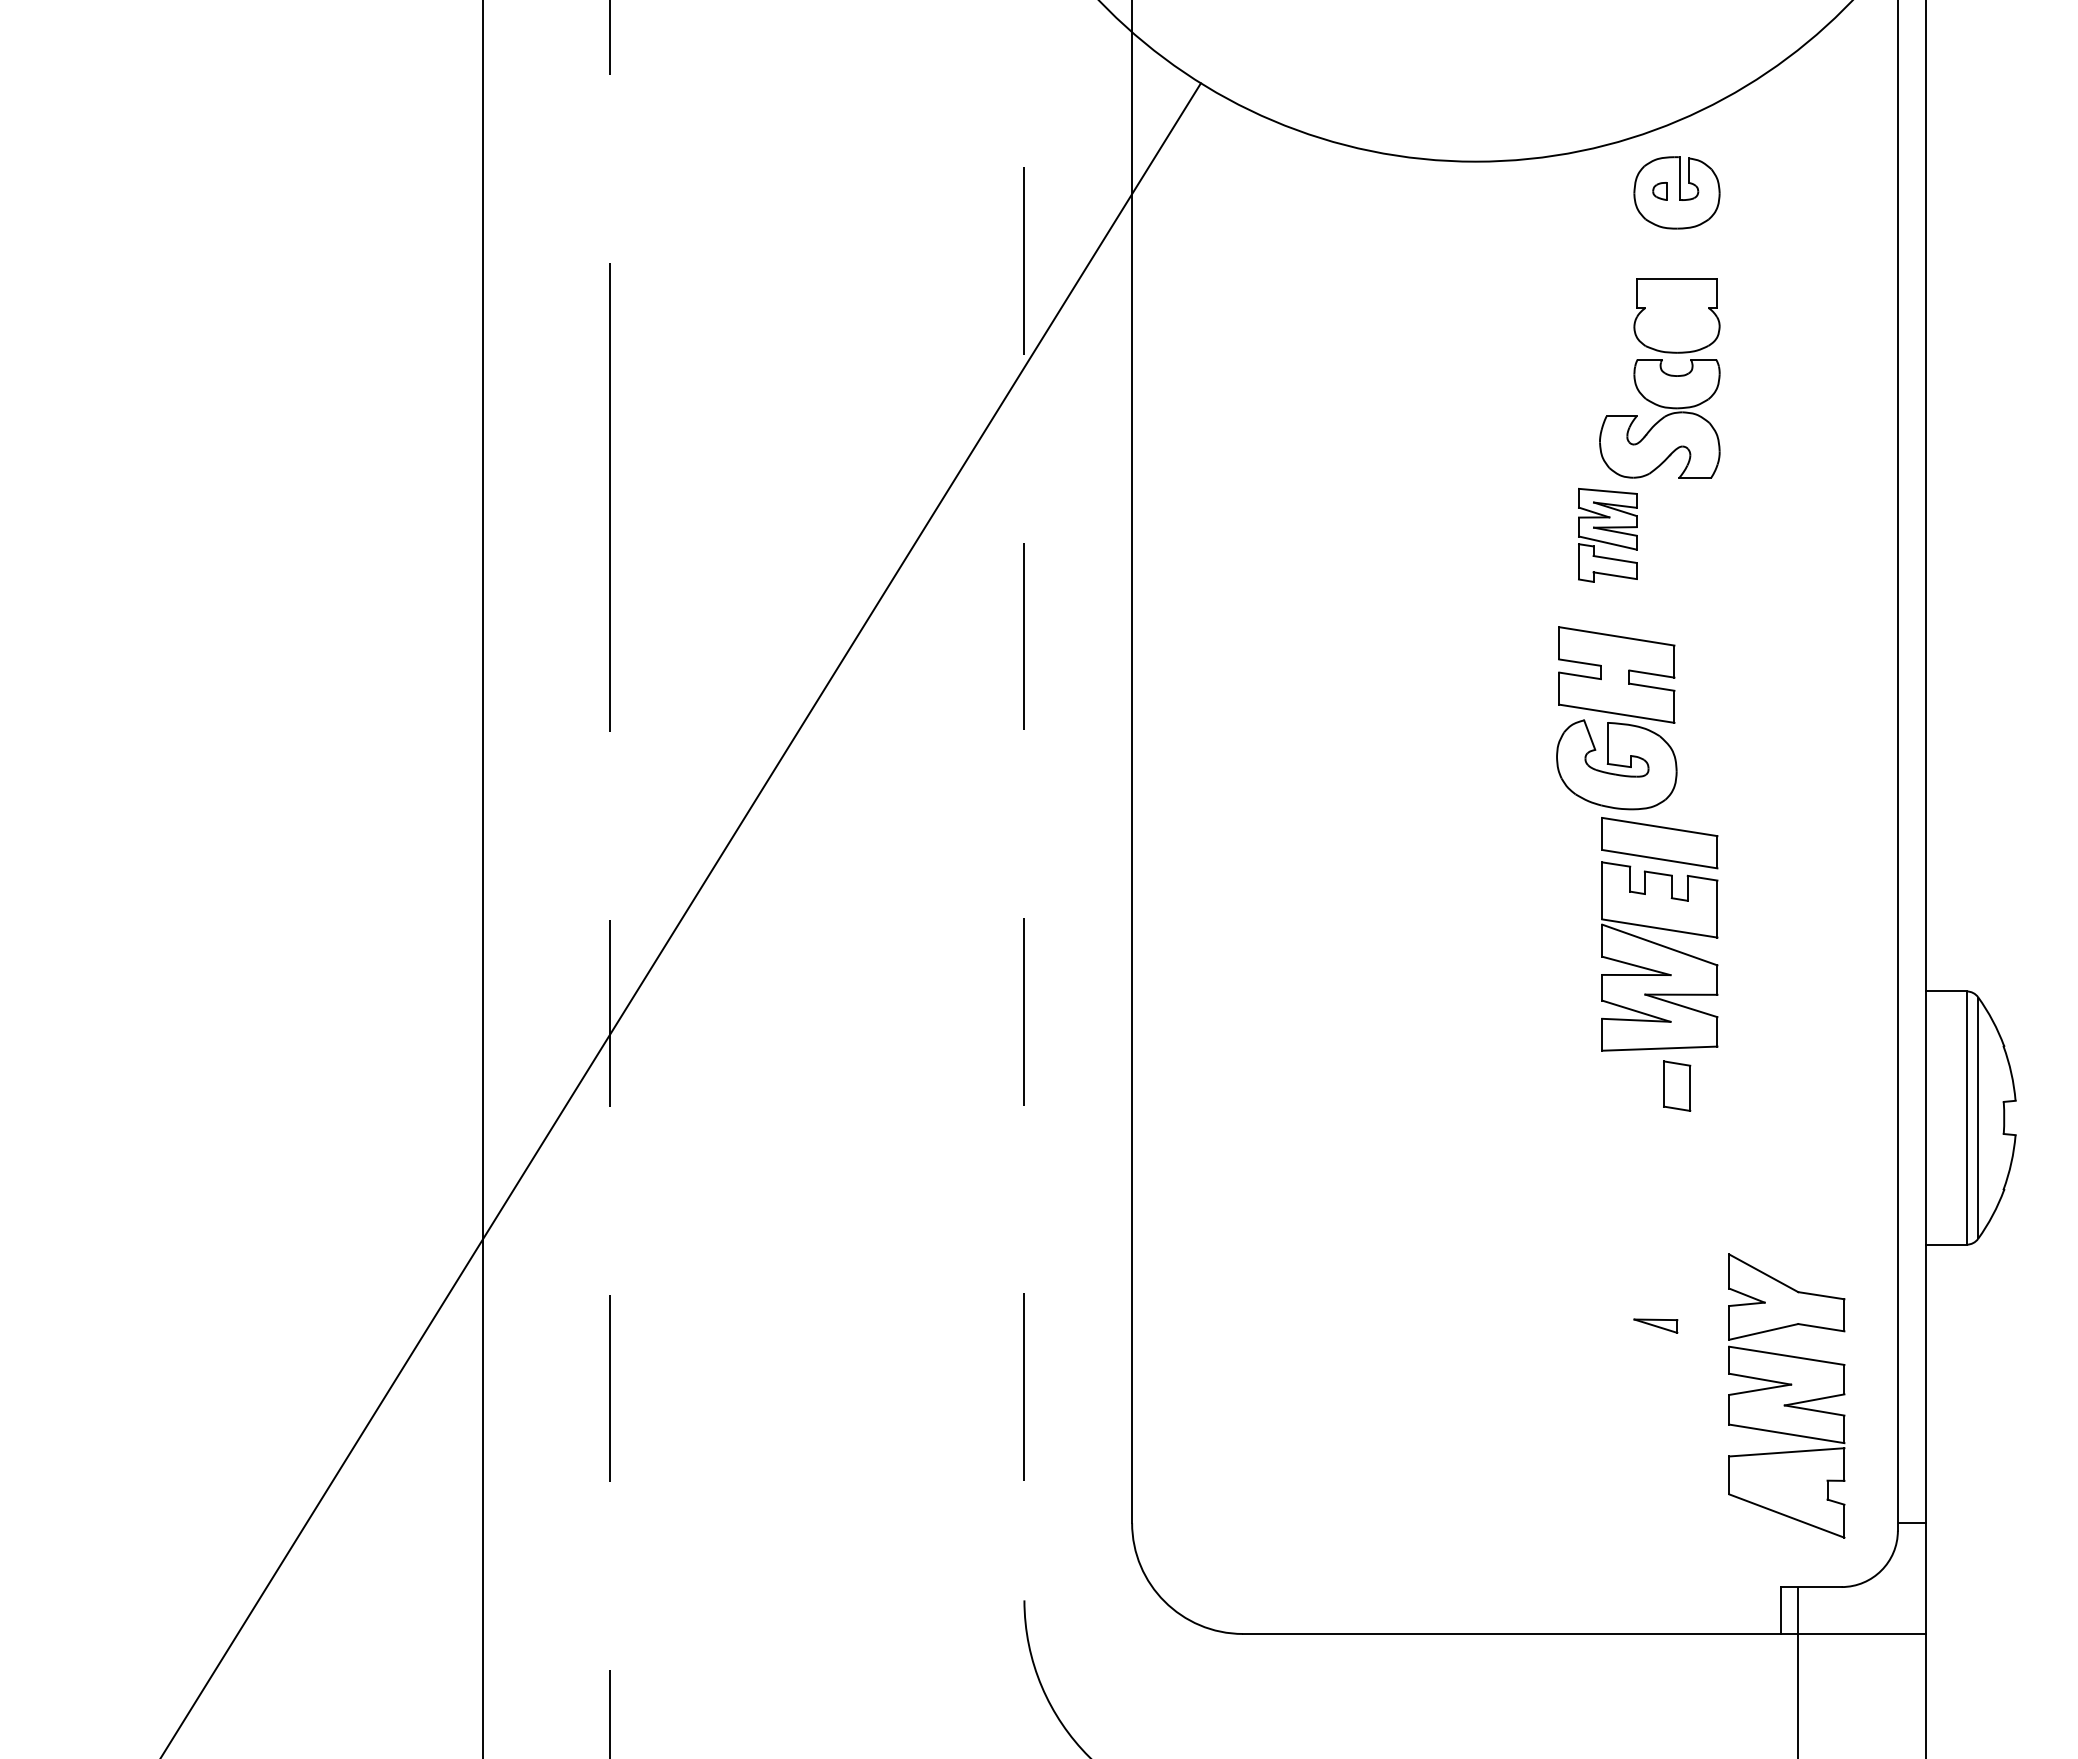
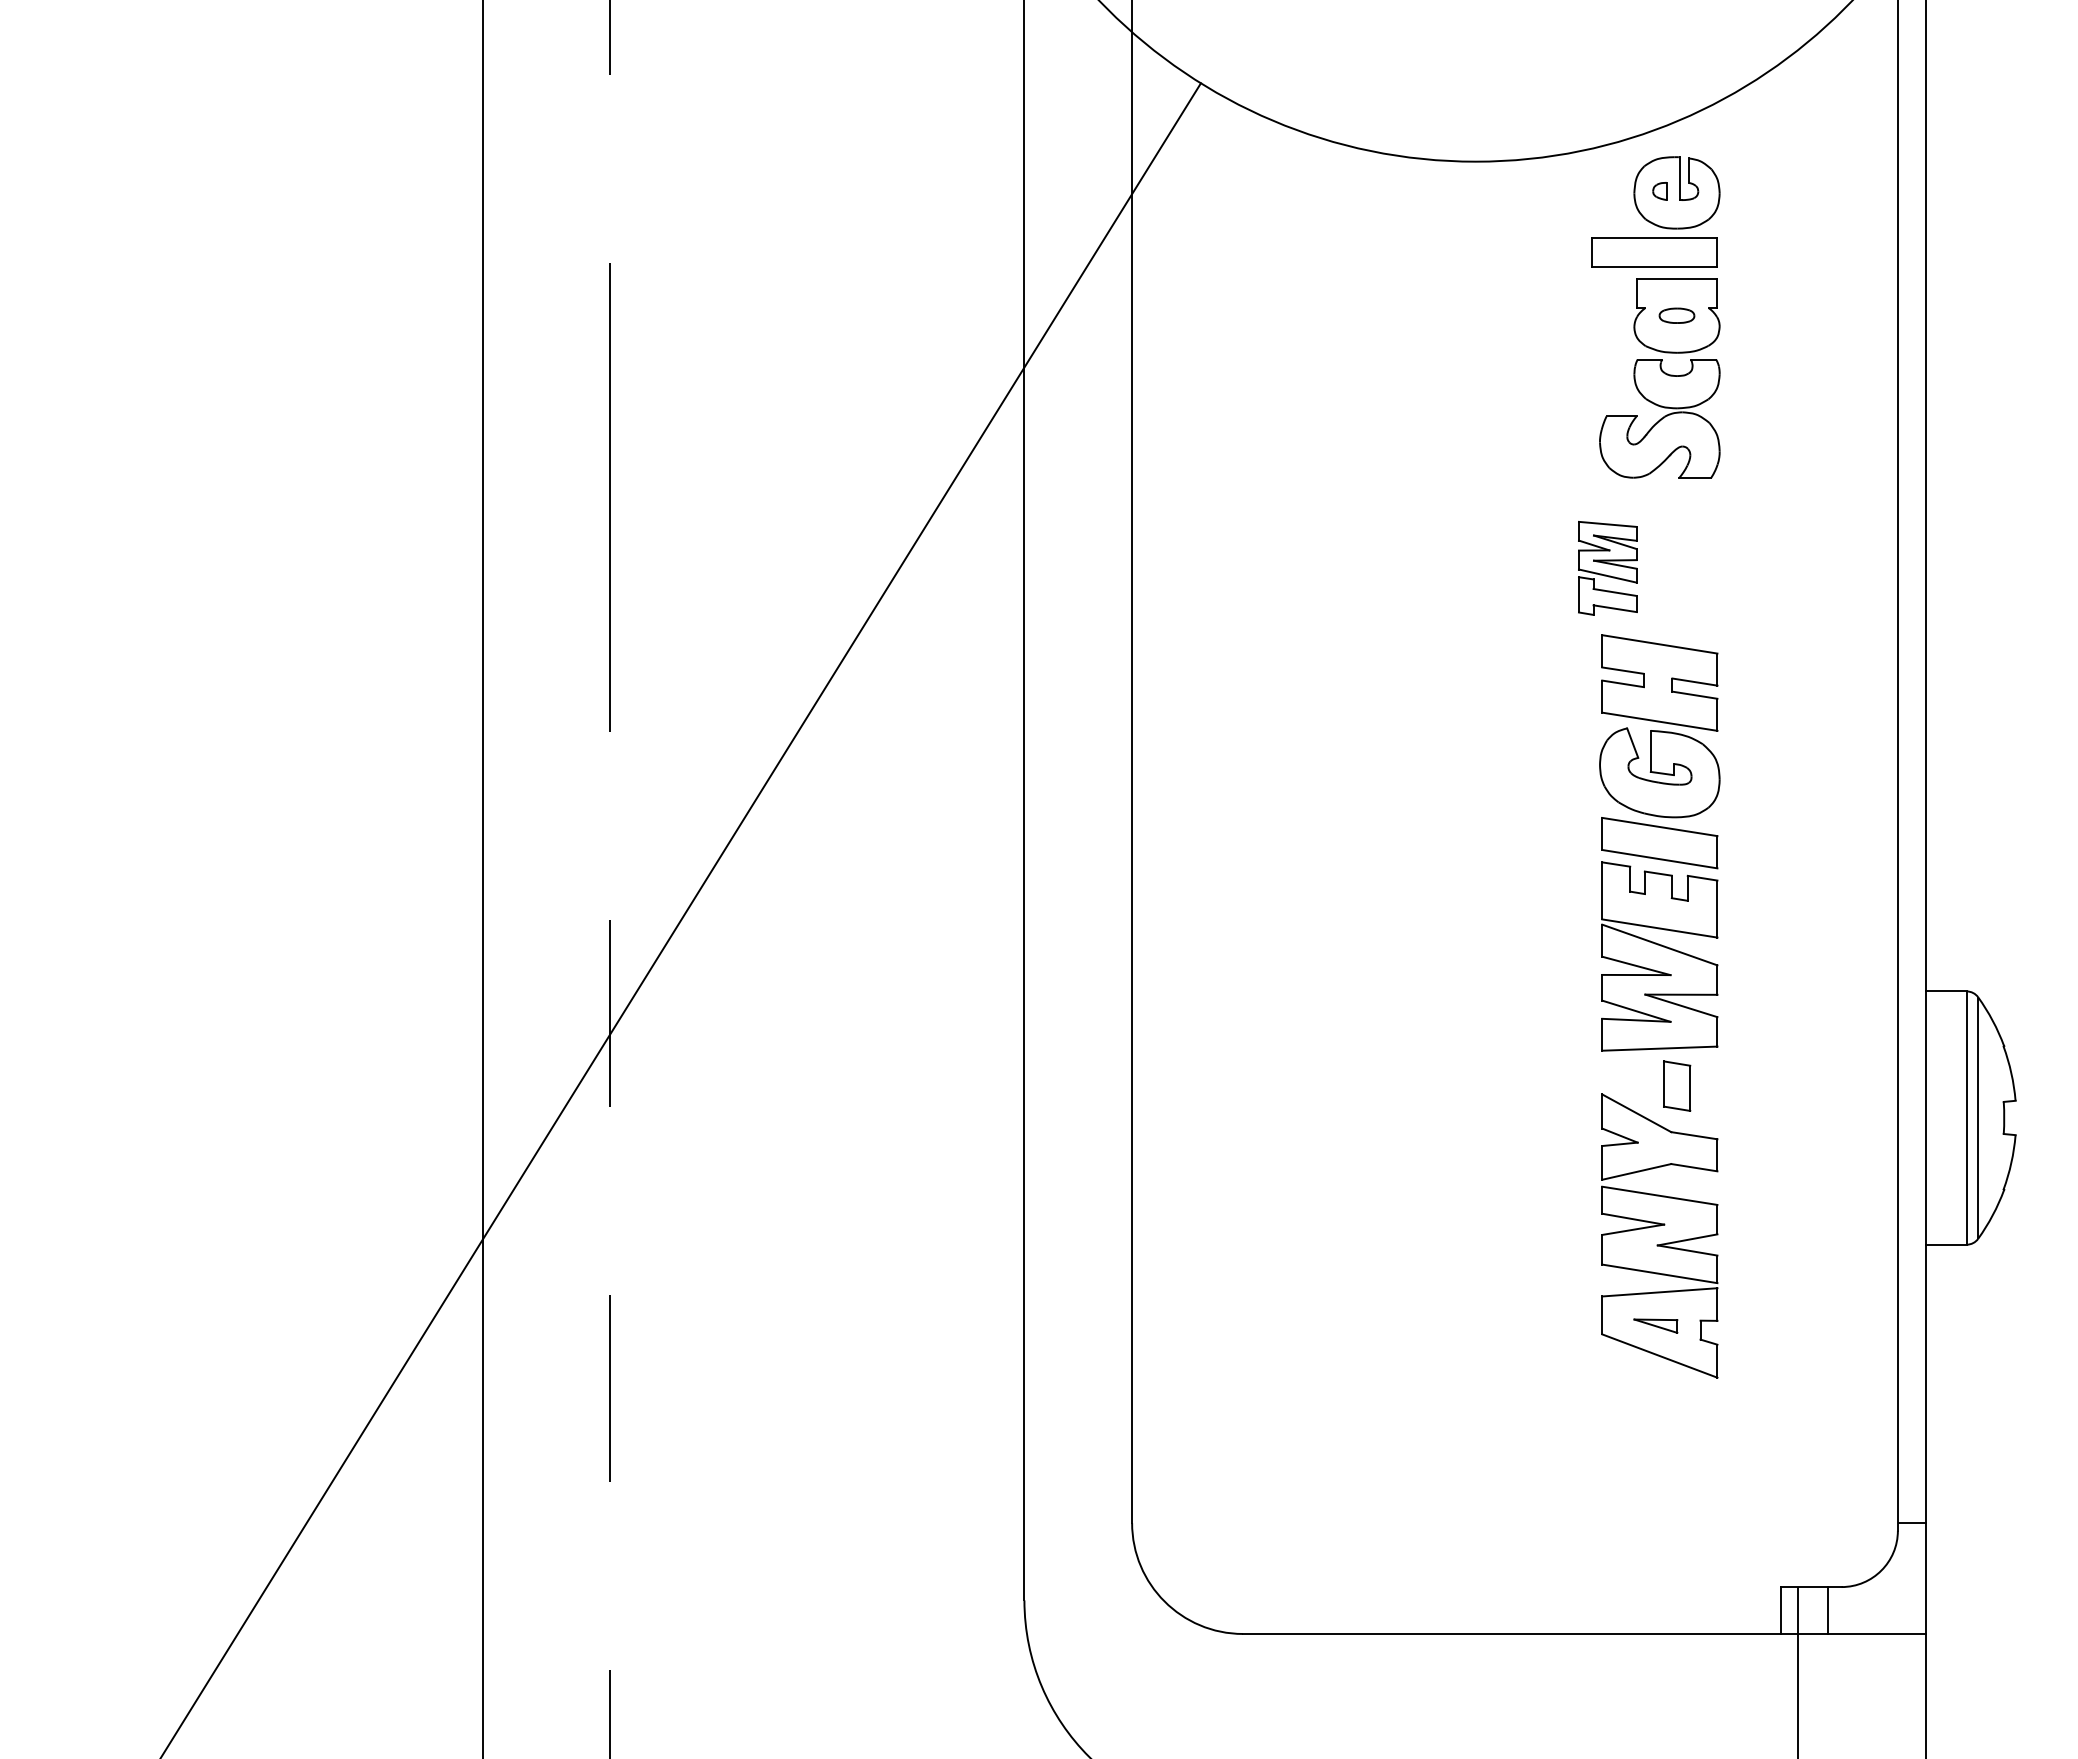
part at (1654, 252): none -> present
part at (1676, 315): none -> present
part at (1607, 535) position: (1607, 535) -> (1607, 568)
part at (1616, 718) position: (1616, 718) -> (1659, 726)
line at (1024, 800): dashed -> solid
part at (1786, 1395) position: (1786, 1395) -> (1659, 1235)
line at (1827, 1610): none -> present
